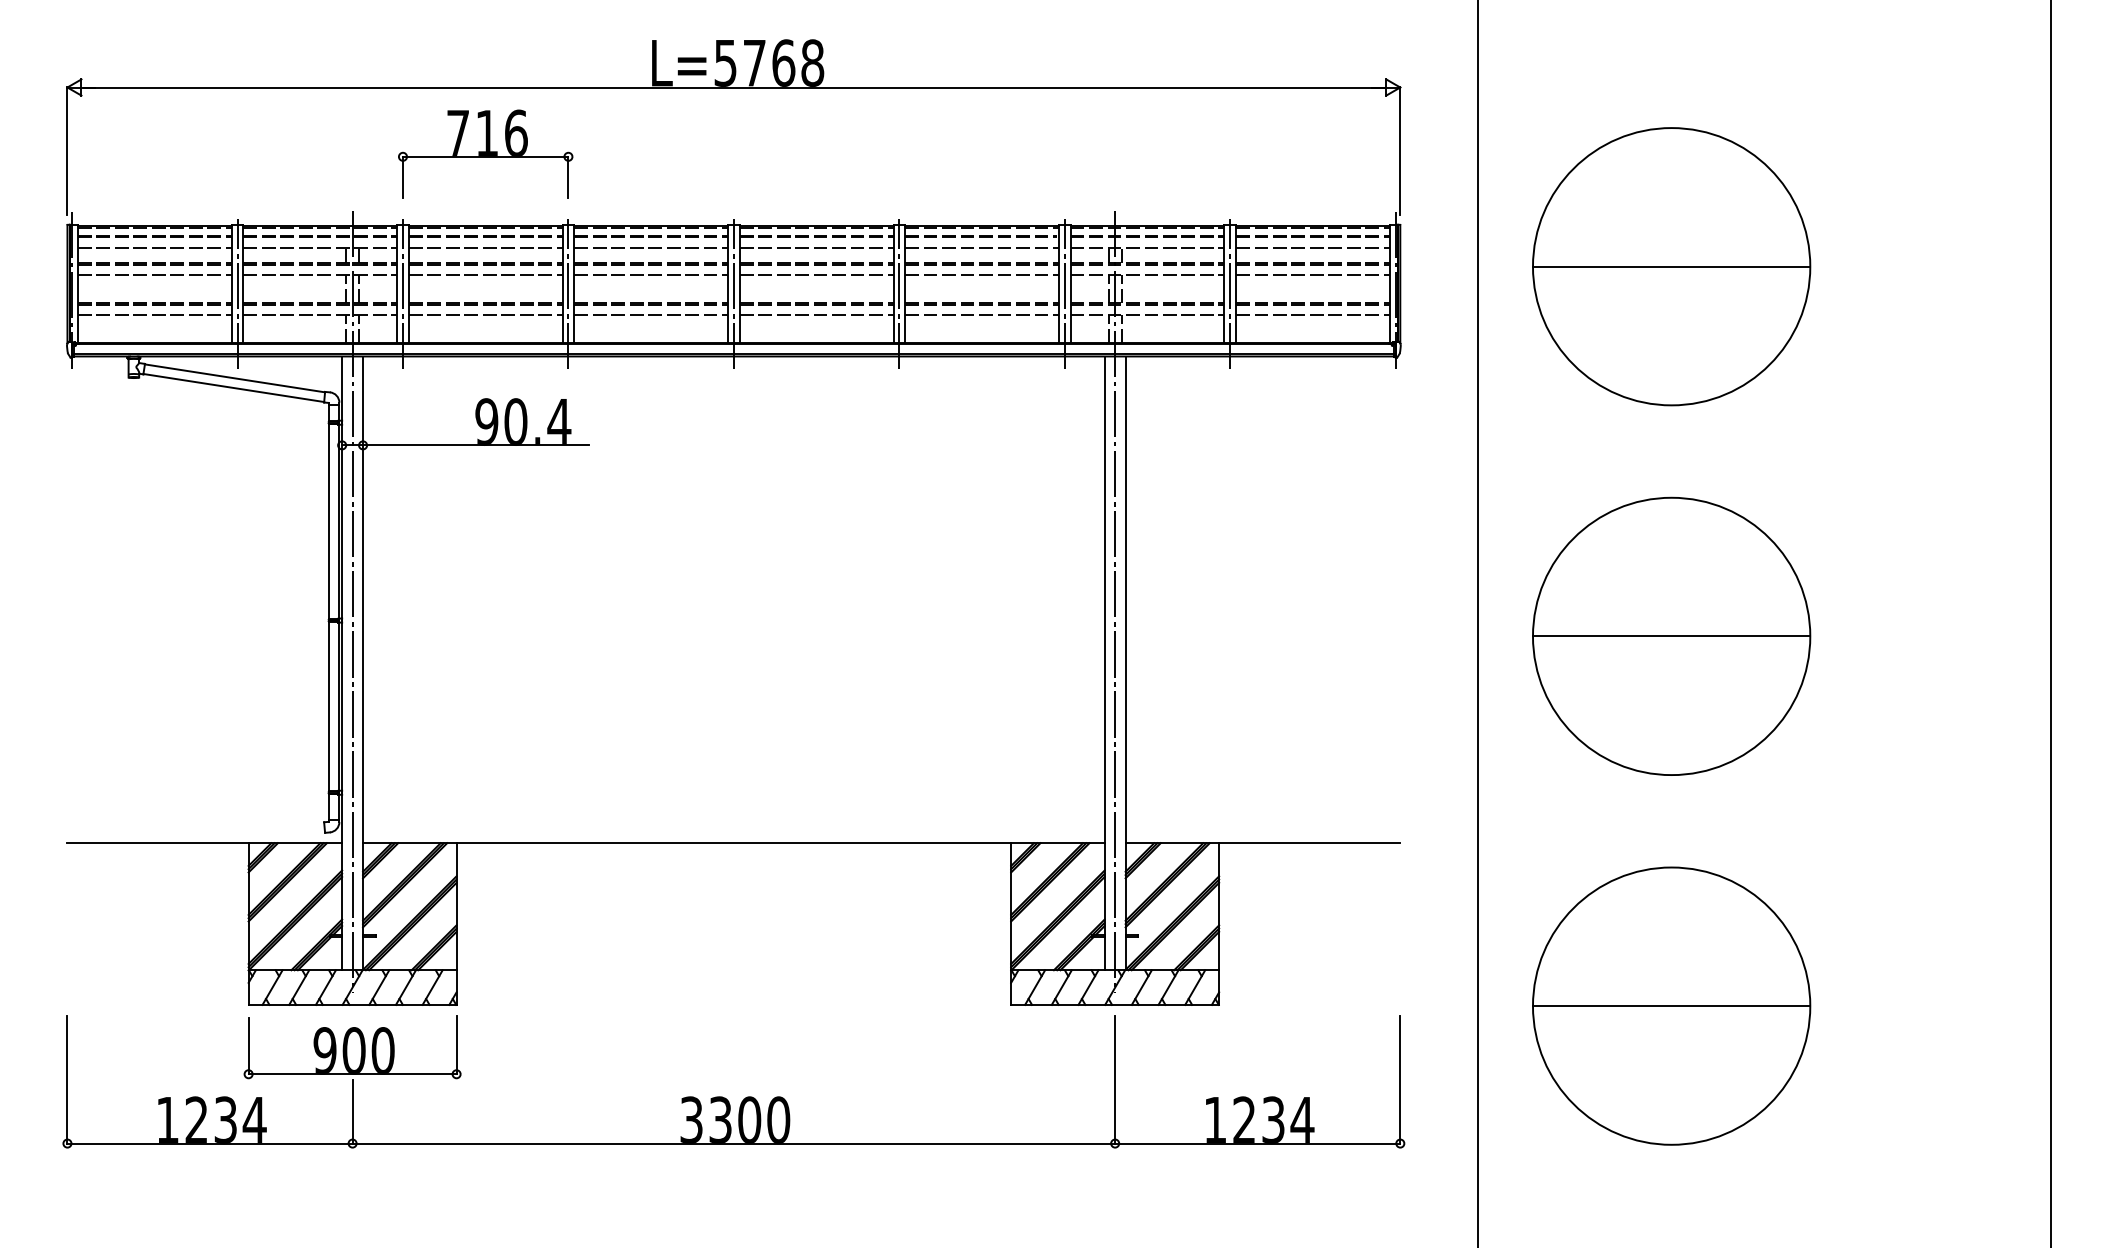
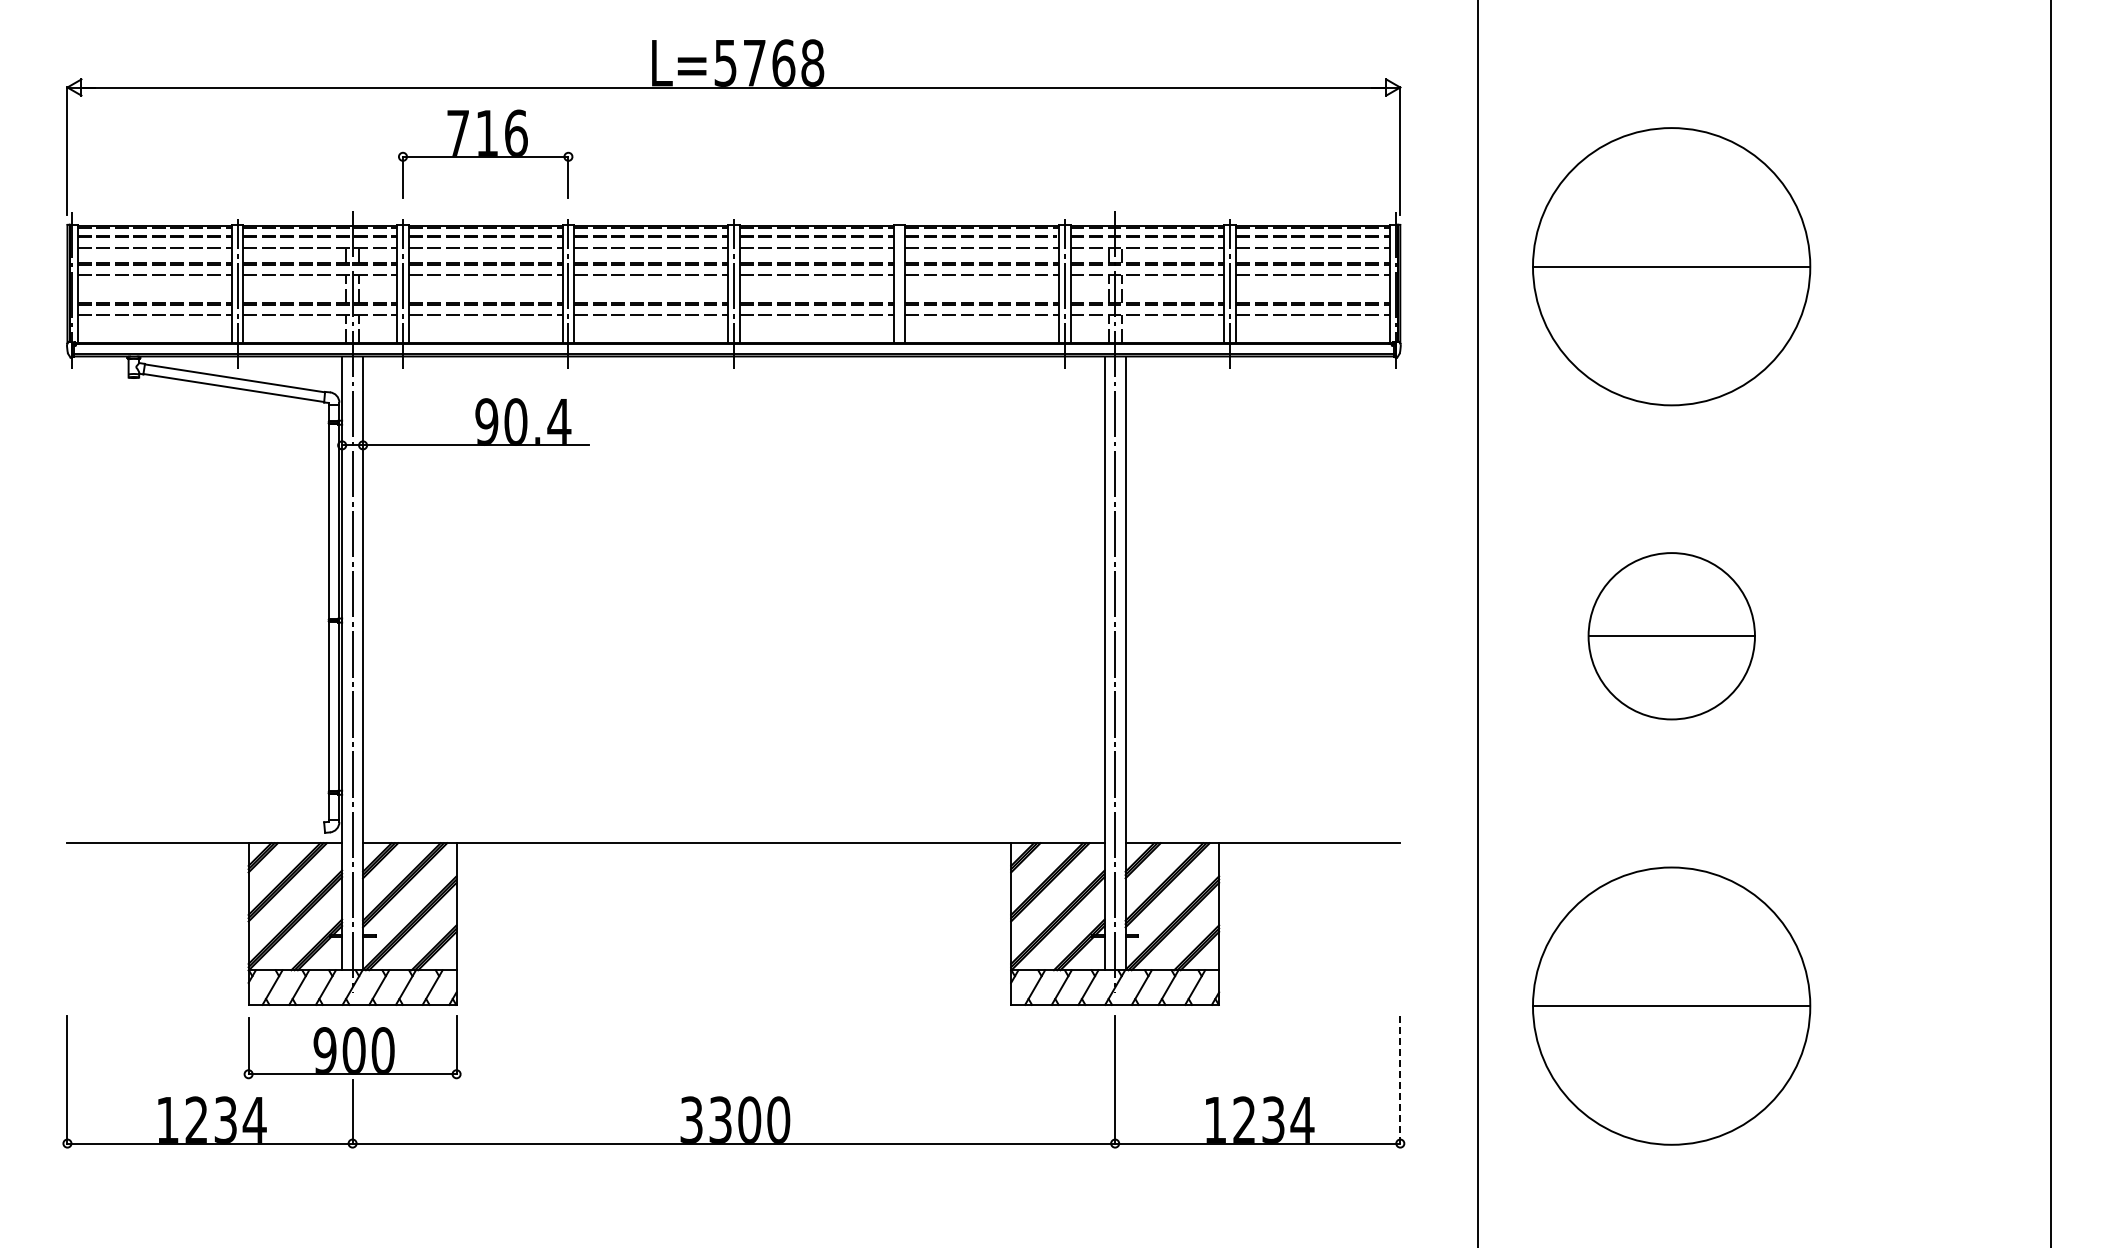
line at (899, 294): present -> none
part at (1671, 635) size: 280x280 px -> 169x169 px
line at (1400, 1080): solid -> dashed
